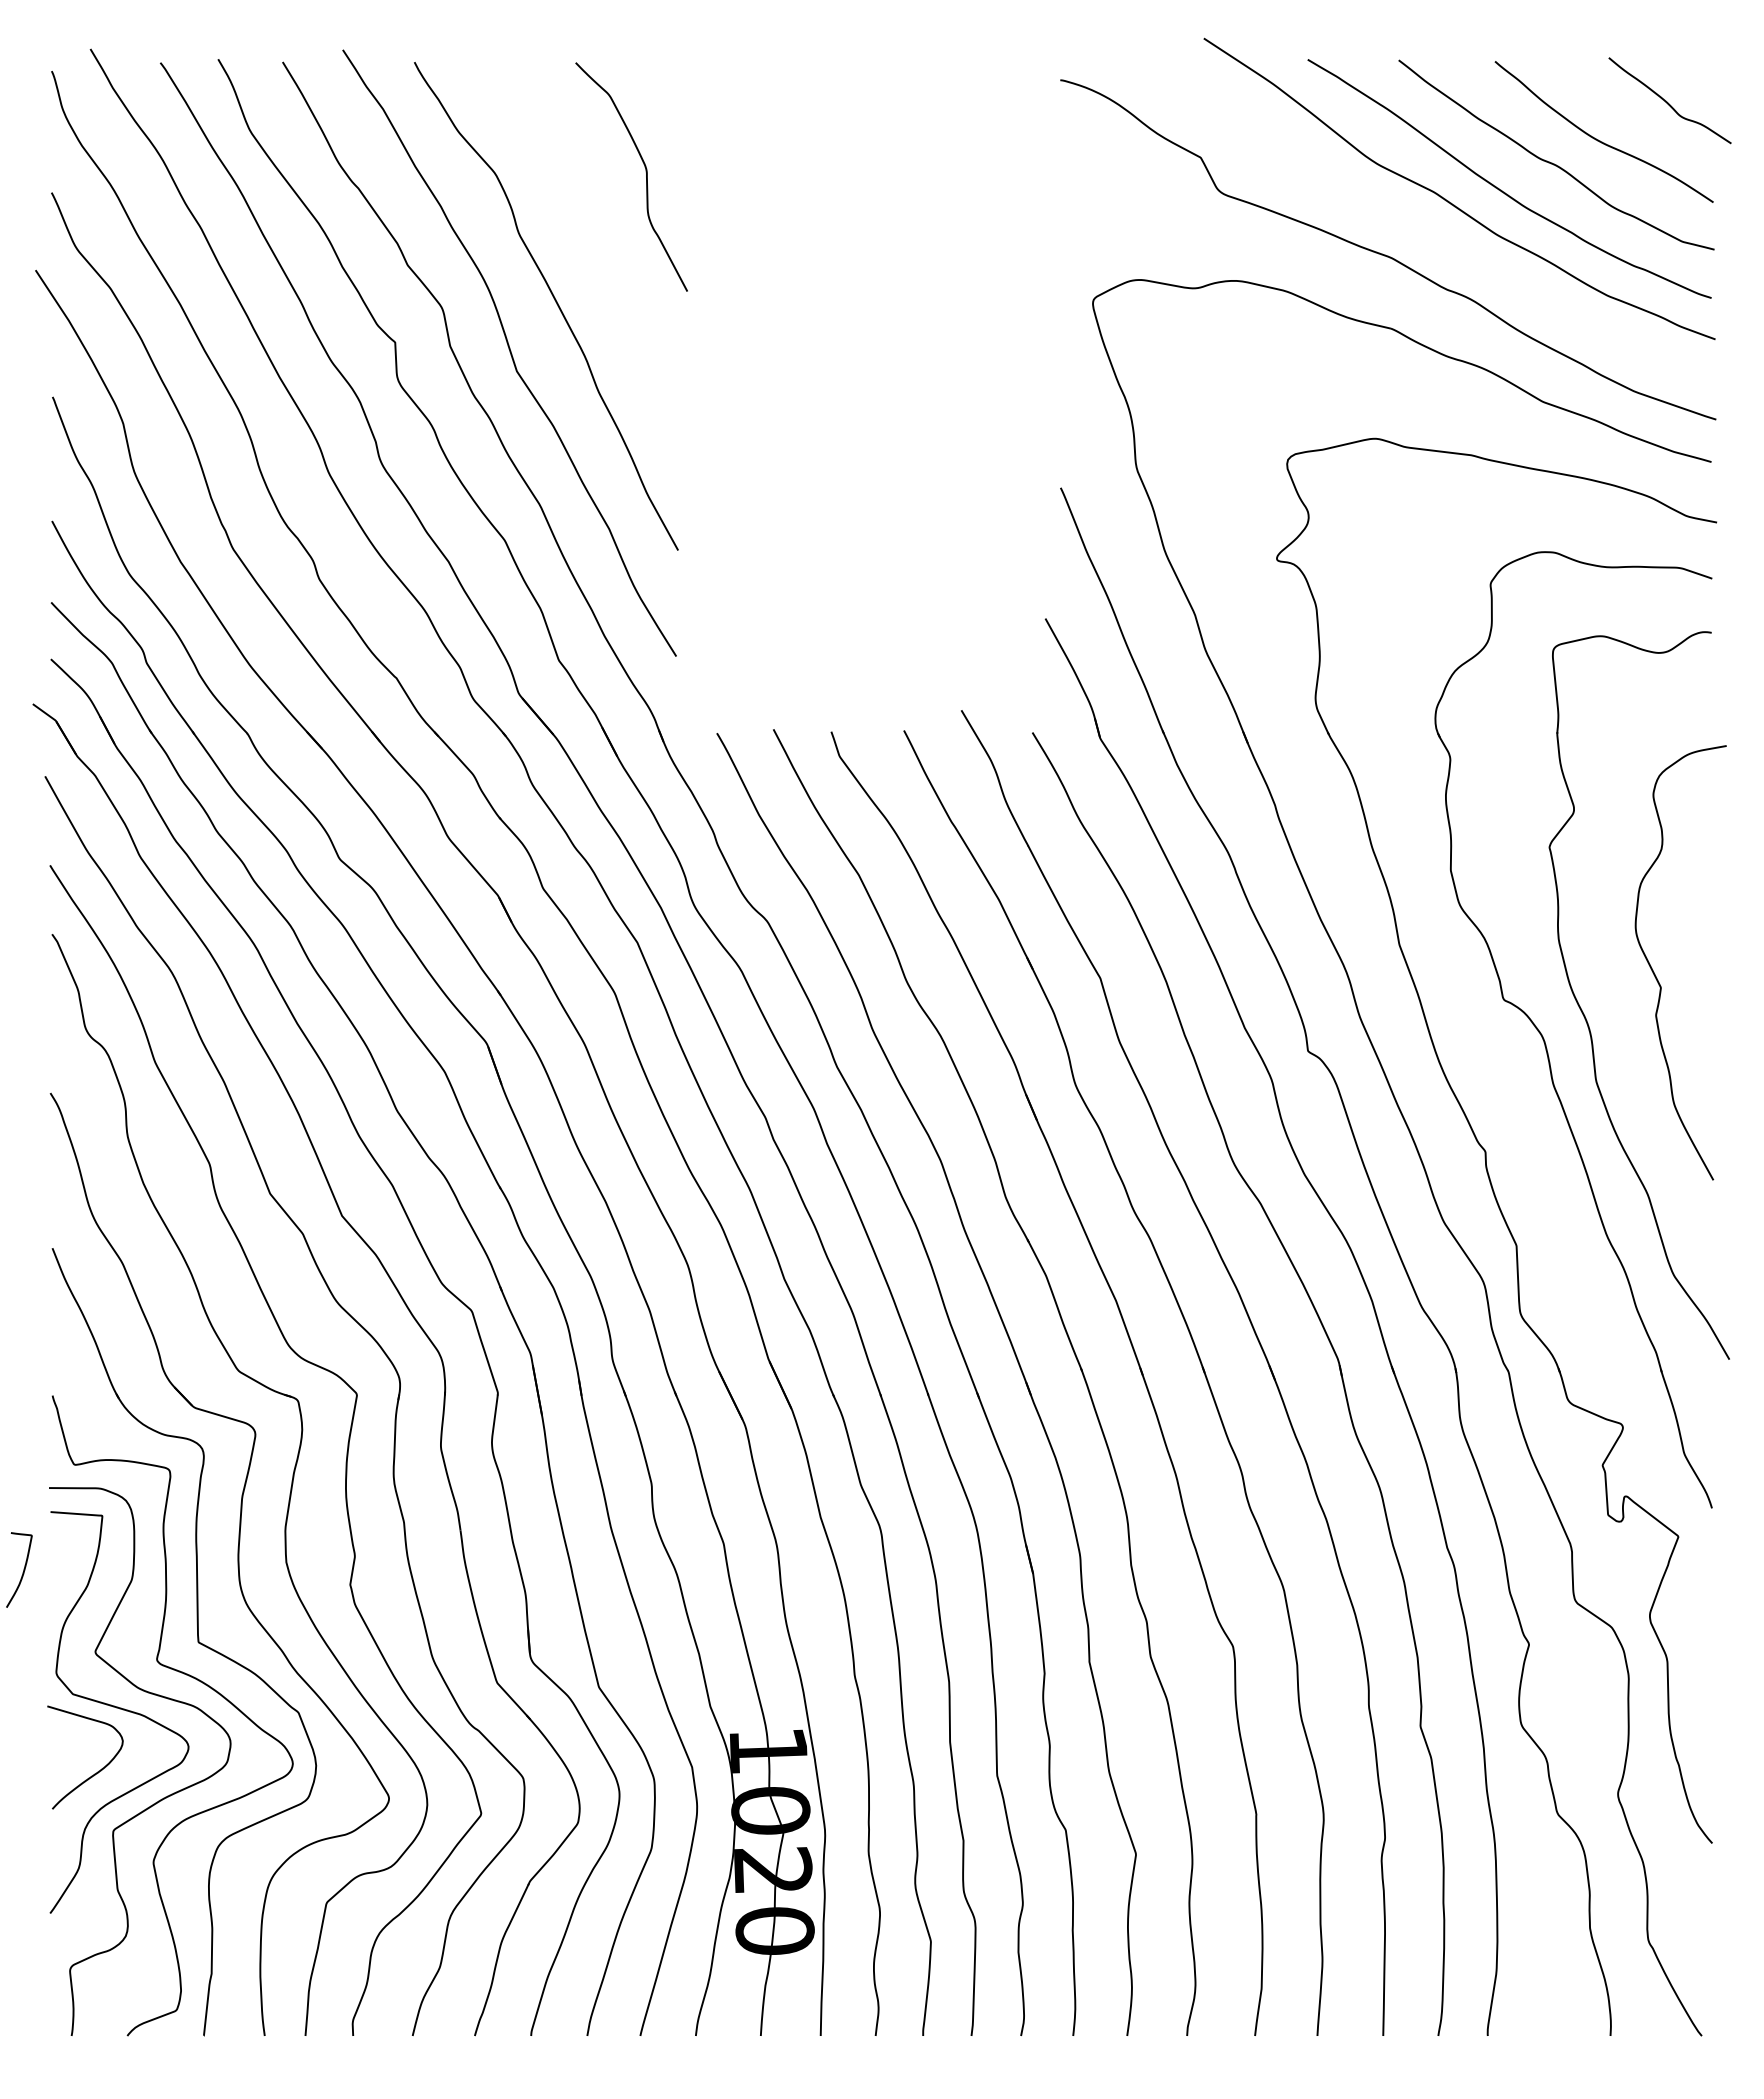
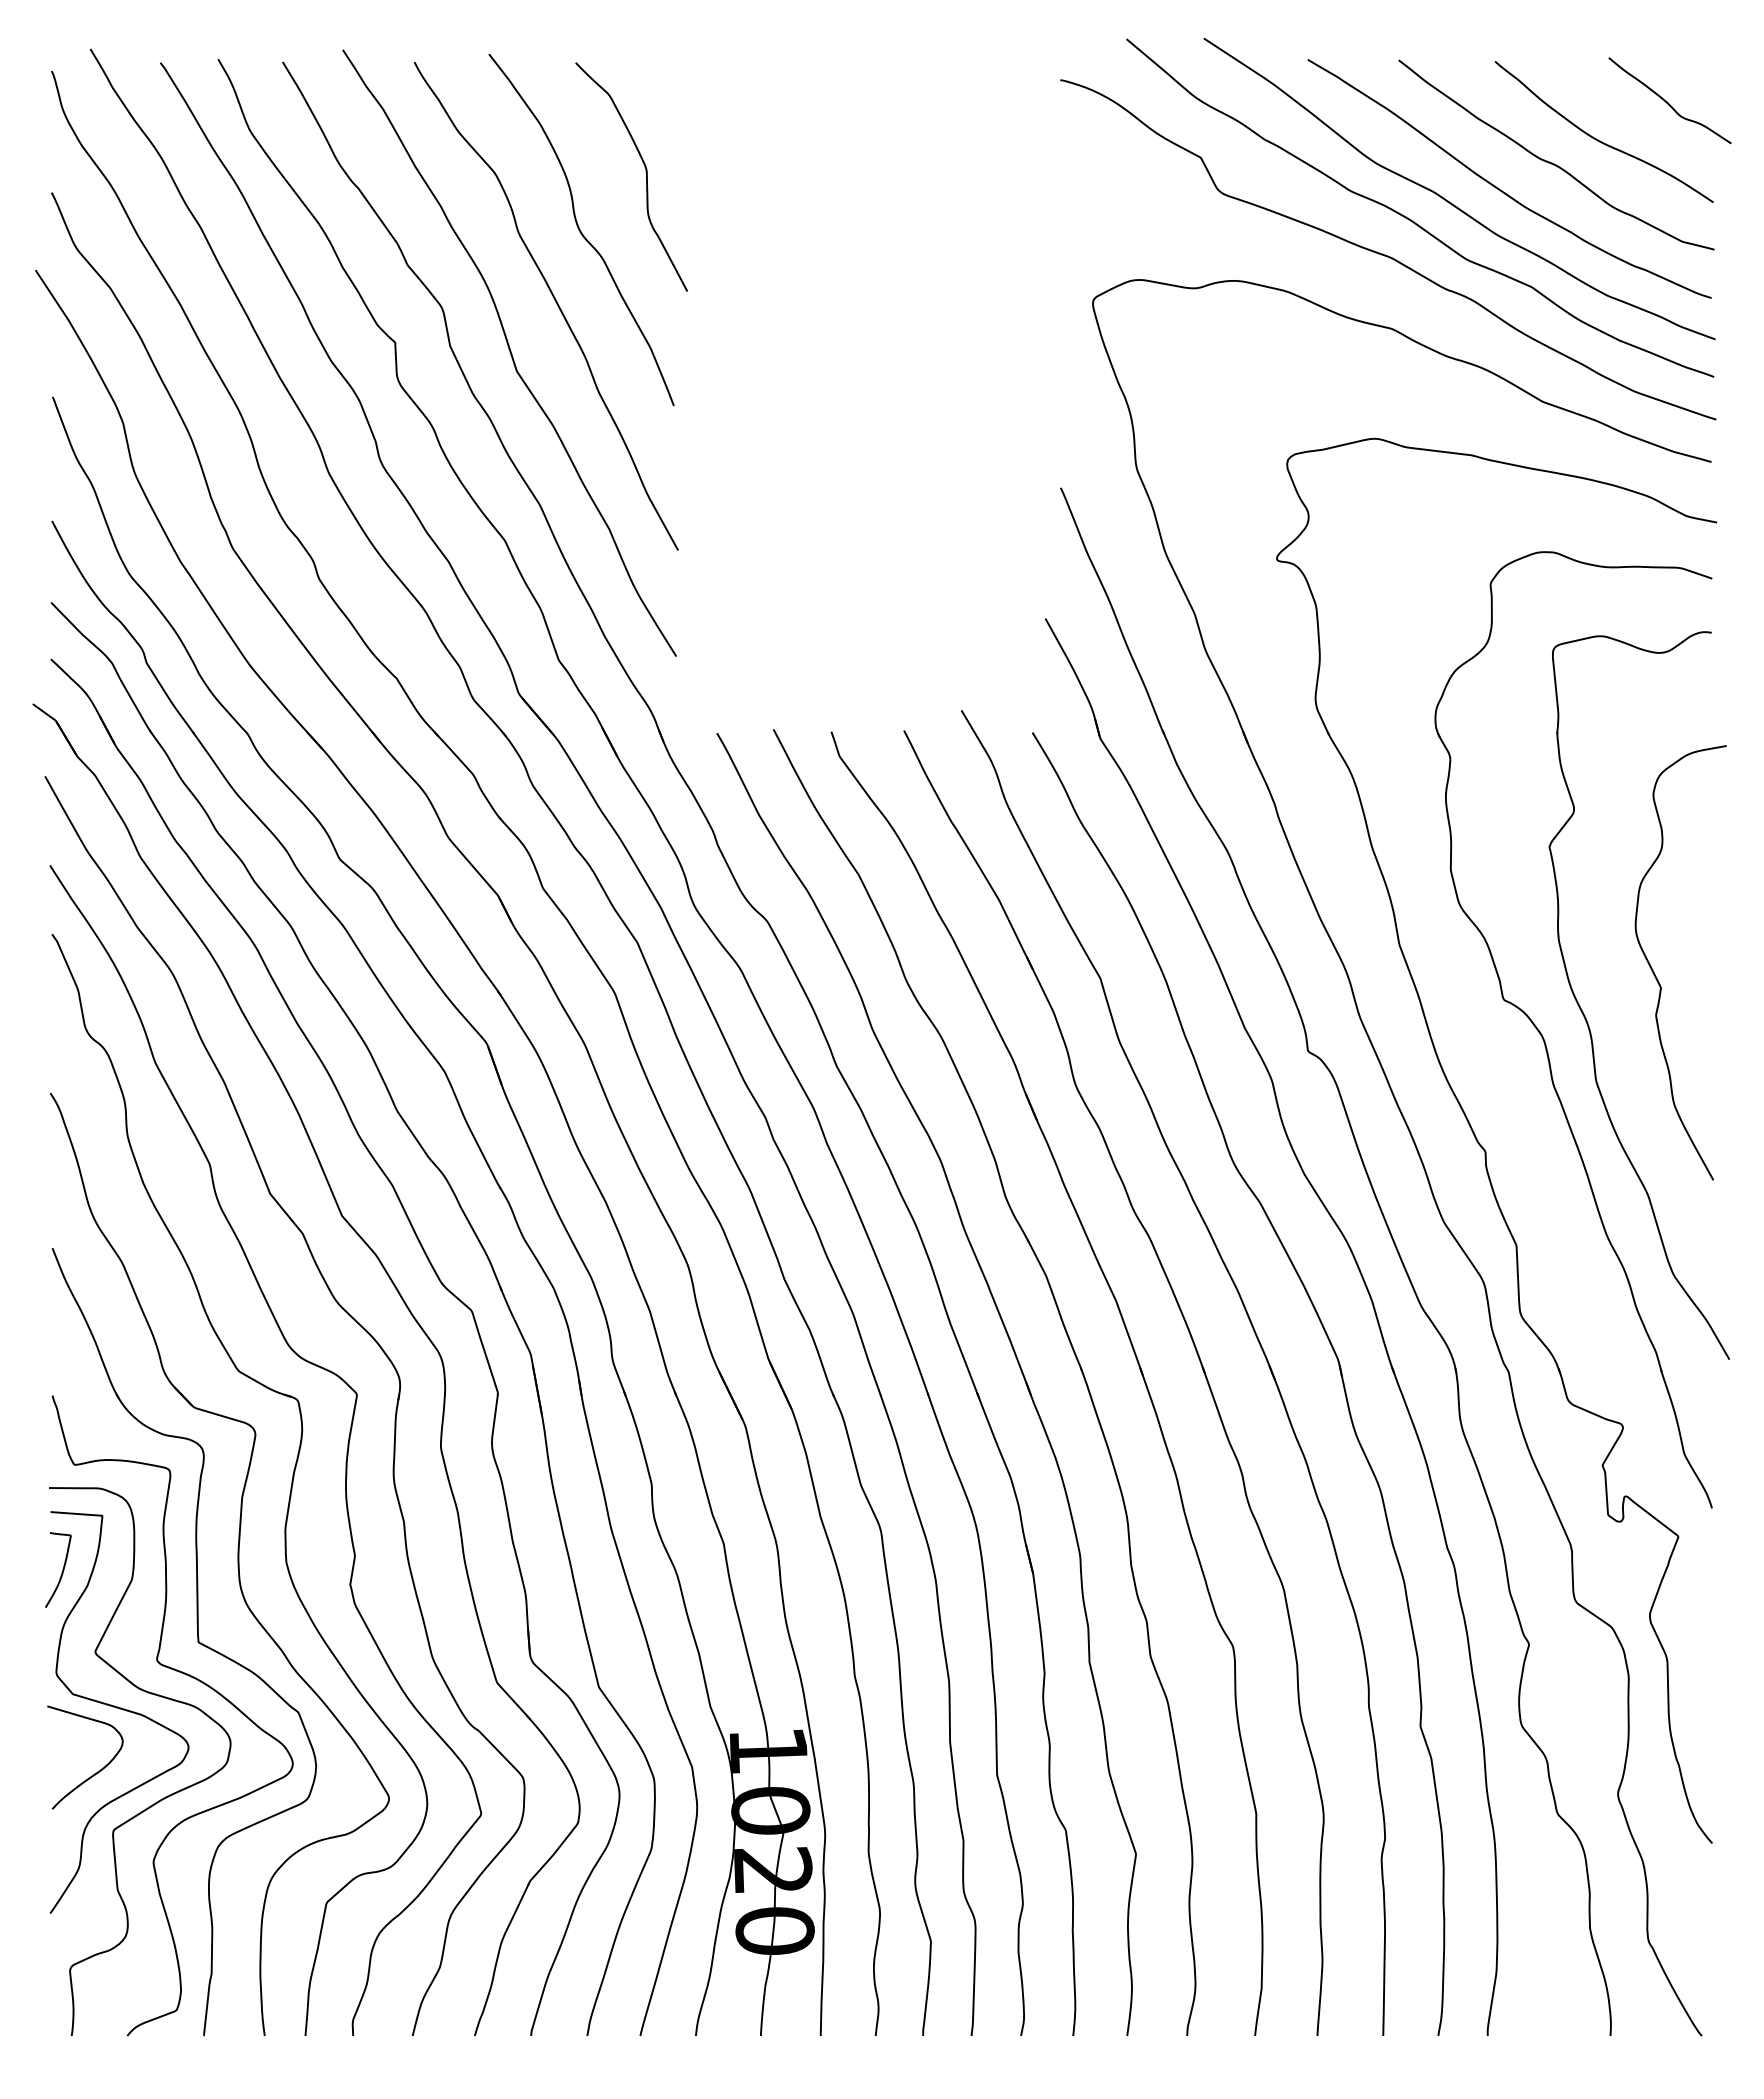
curve at (1411, 219): none -> present
curve at (580, 229): none -> present
curve at (23, 1569) position: (23, 1569) -> (62, 1569)
